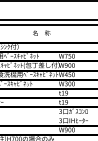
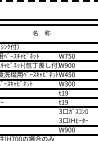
line at (49, 1): solid -> dashed
